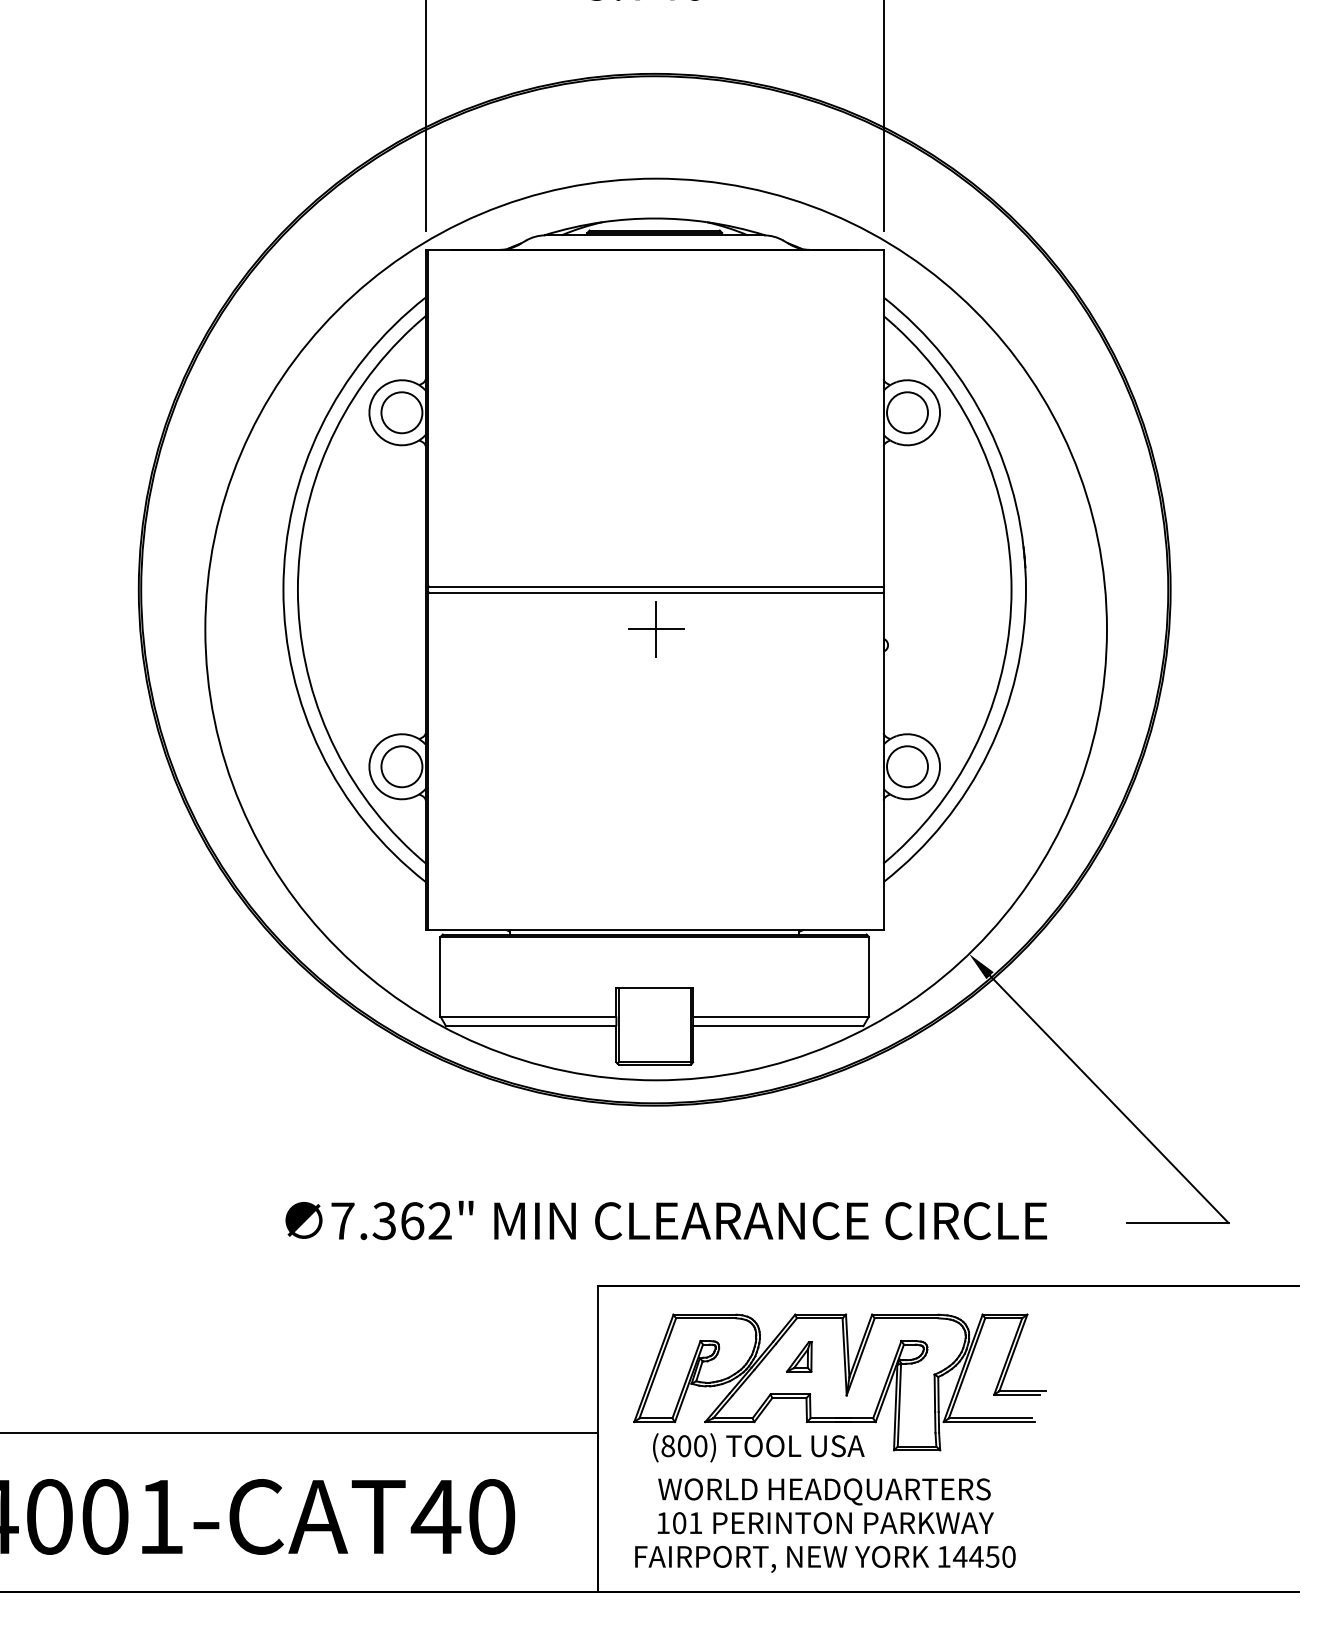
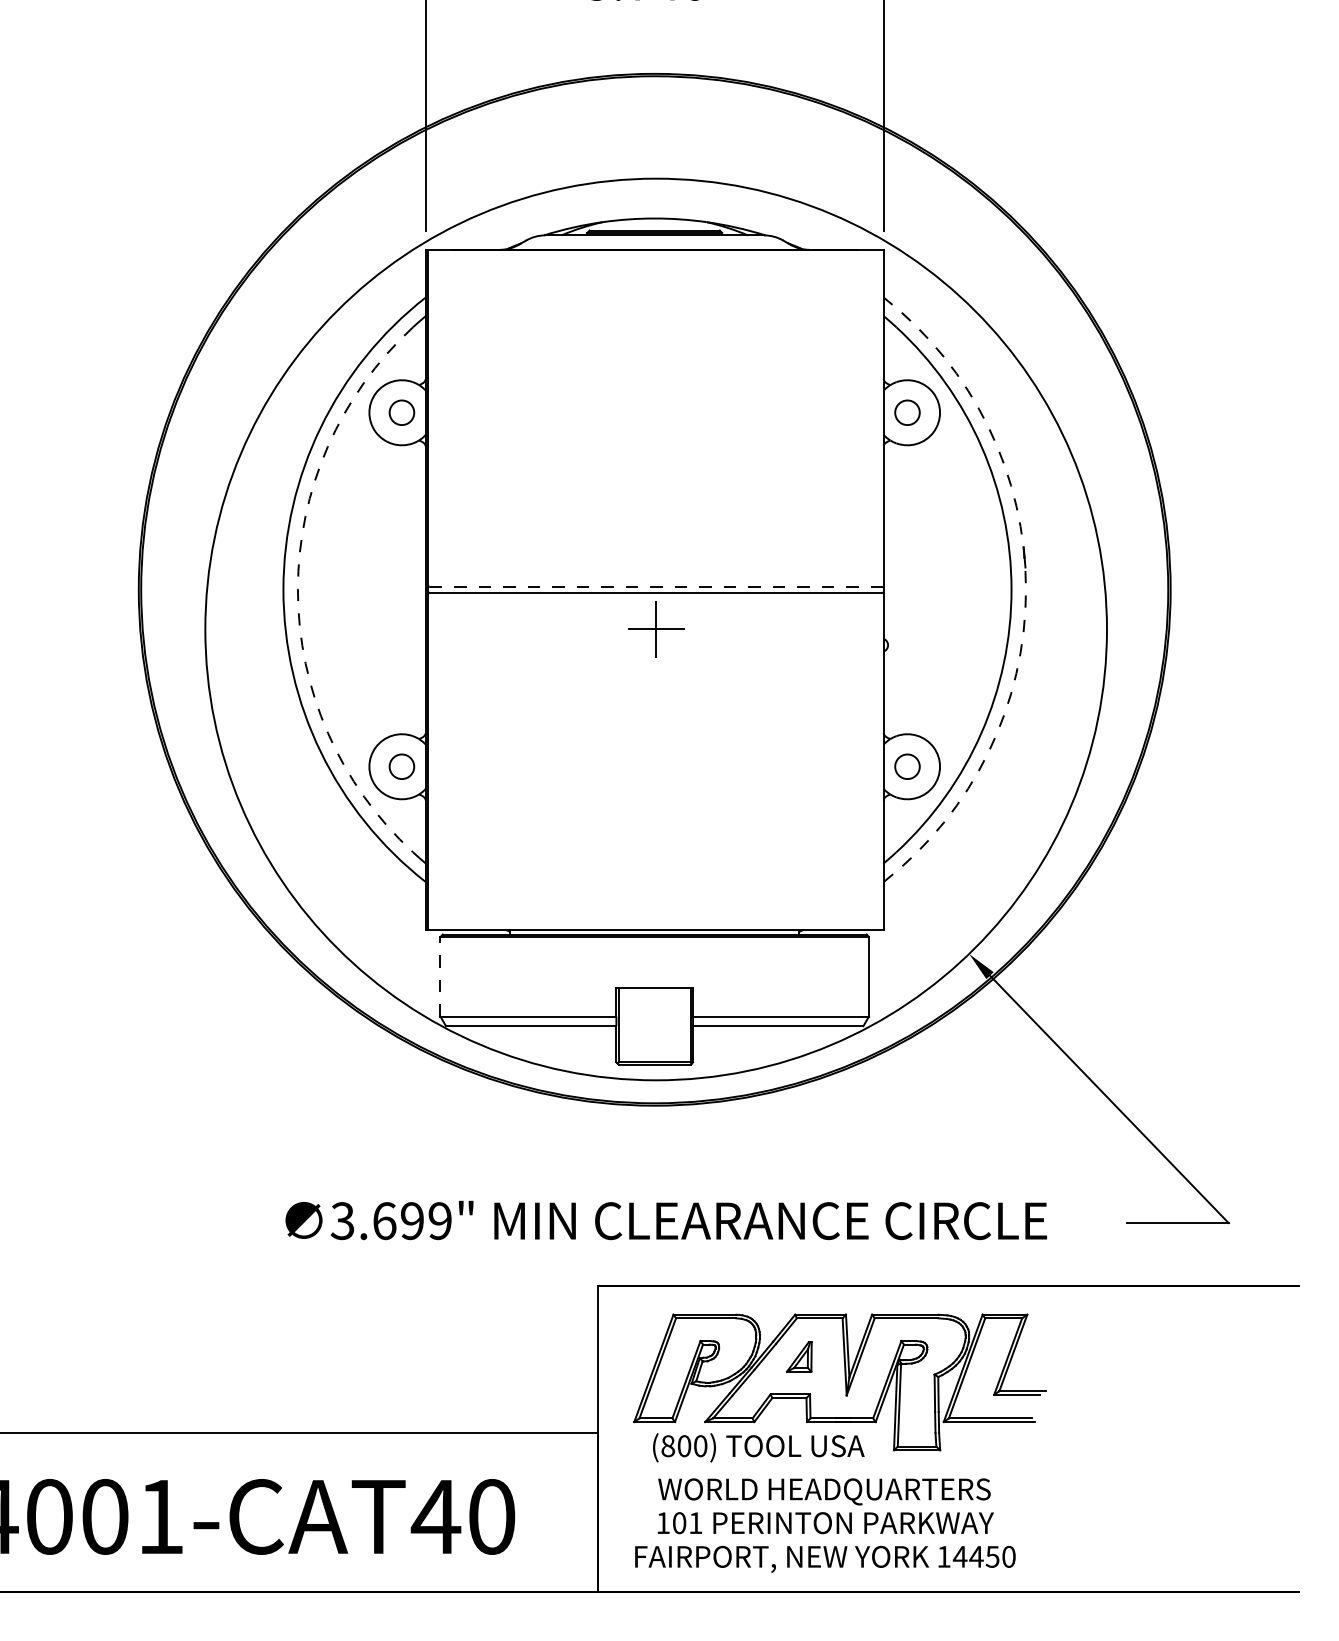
circle at (401, 412) diameter: 41 px -> 25 px
circle at (907, 412) diameter: 41 px -> 25 px
line at (656, 586): solid -> dashed
arc at (297, 589): solid -> dashed
arc at (1026, 589): solid -> dashed
circle at (401, 766) diameter: 41 px -> 25 px
circle at (907, 766) diameter: 41 px -> 25 px
line at (440, 976): solid -> dashed
text at (390, 1221): 7.362" -> 3.699"
